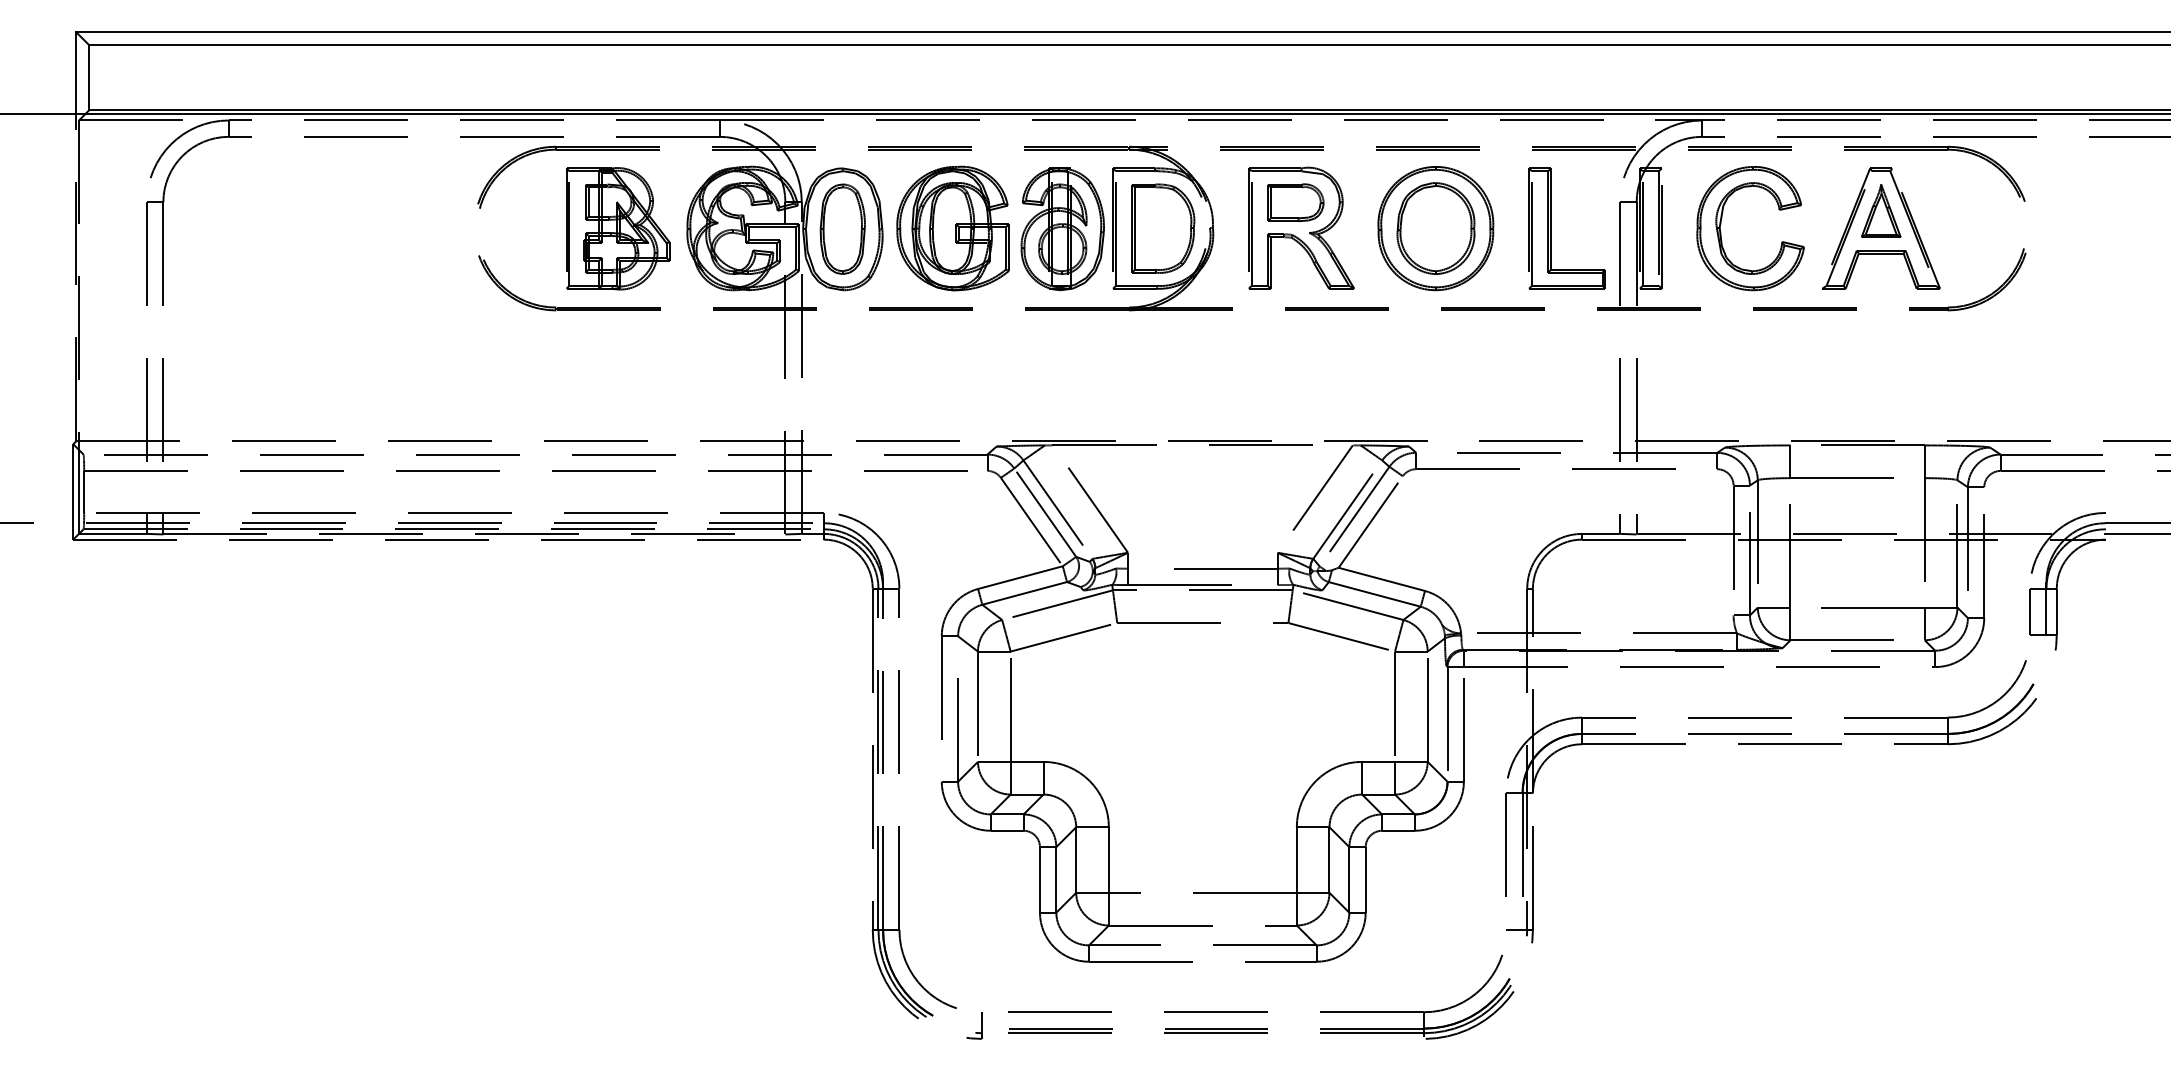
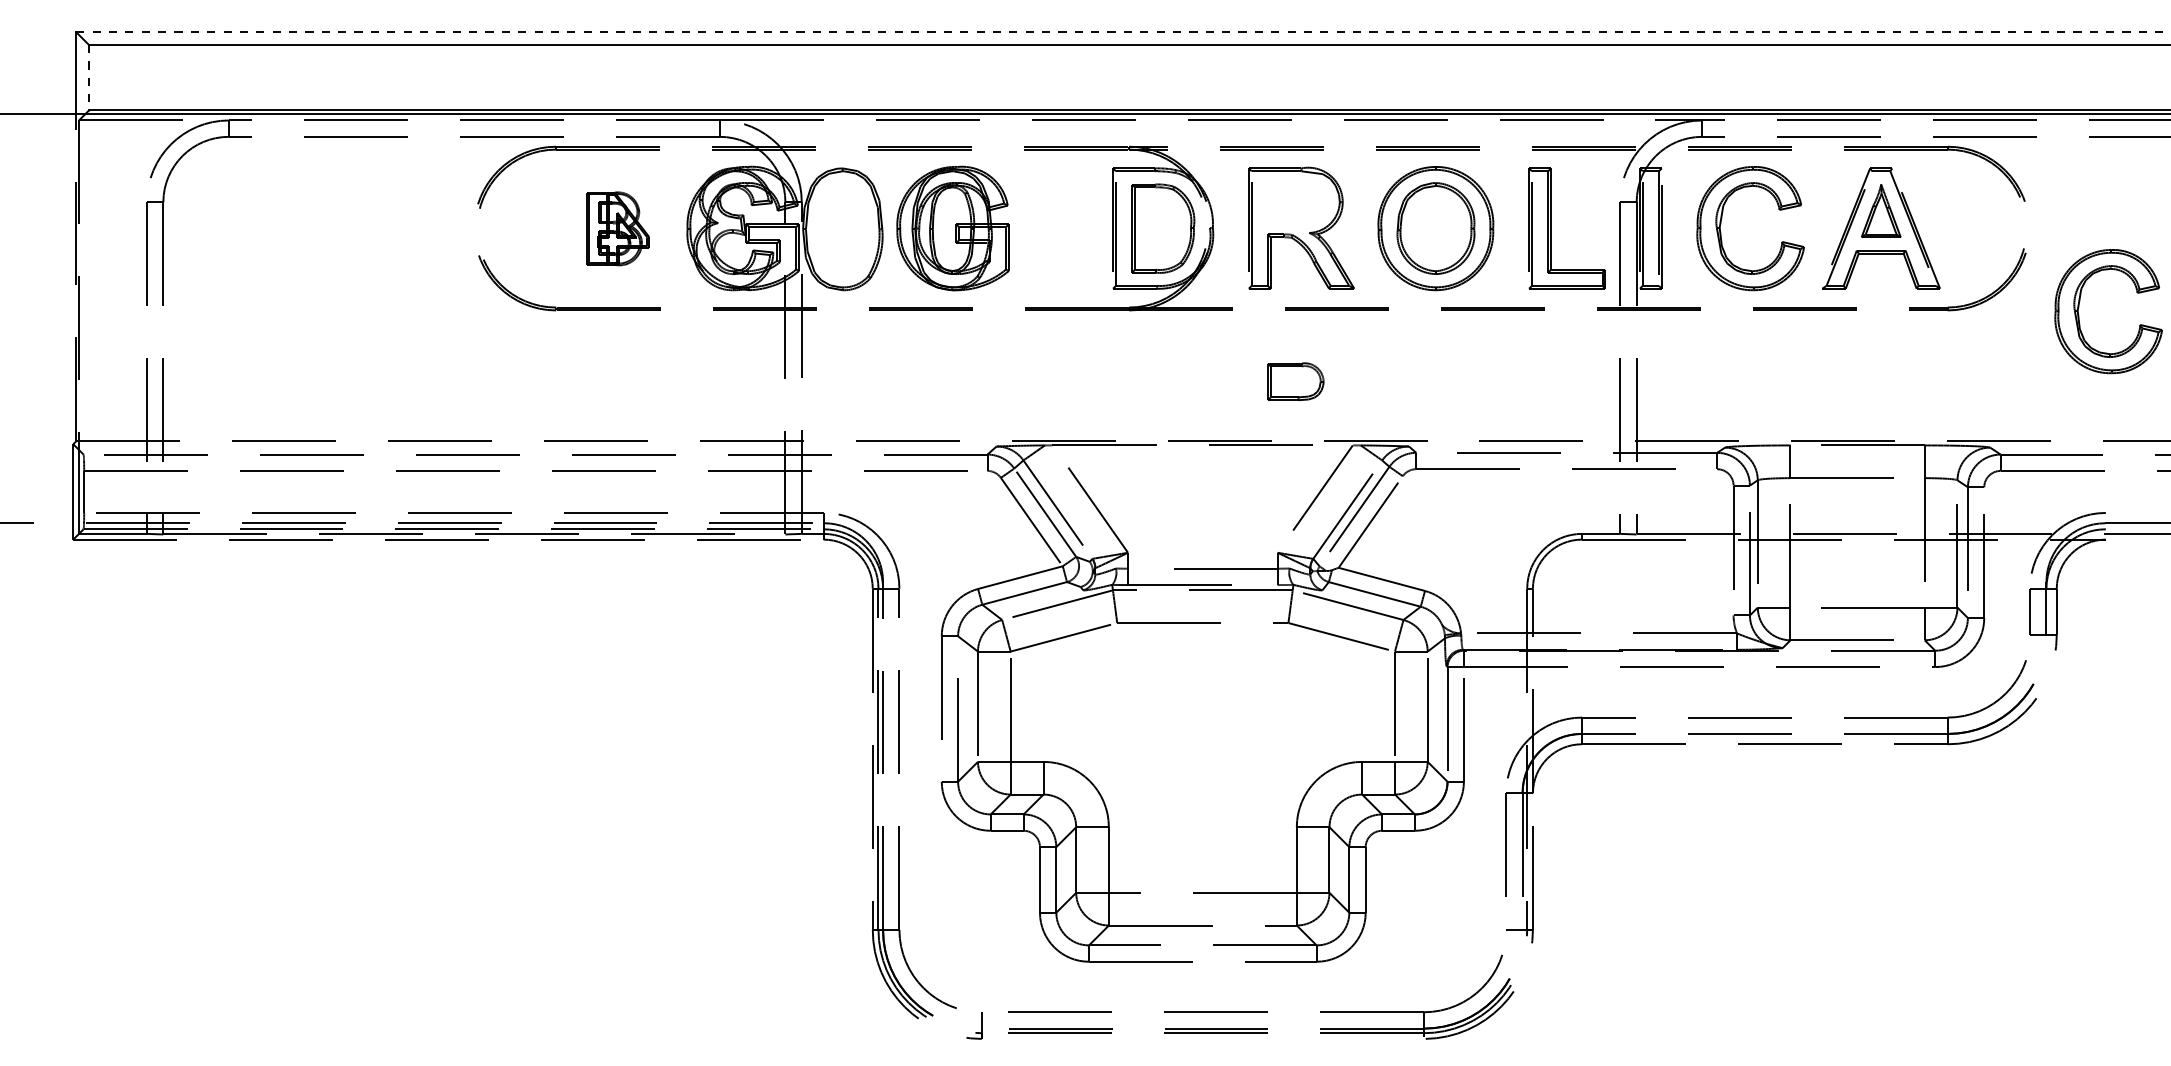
line at (1123, 32): solid -> dashed
line at (89, 77): solid -> dashed
part at (1295, 202) position: (1295, 202) -> (1295, 381)
part at (618, 228) size: 105x124 px -> 64x76 px
part at (842, 228): present -> none
part at (1062, 229): present -> none
part at (2079, 307): none -> present
